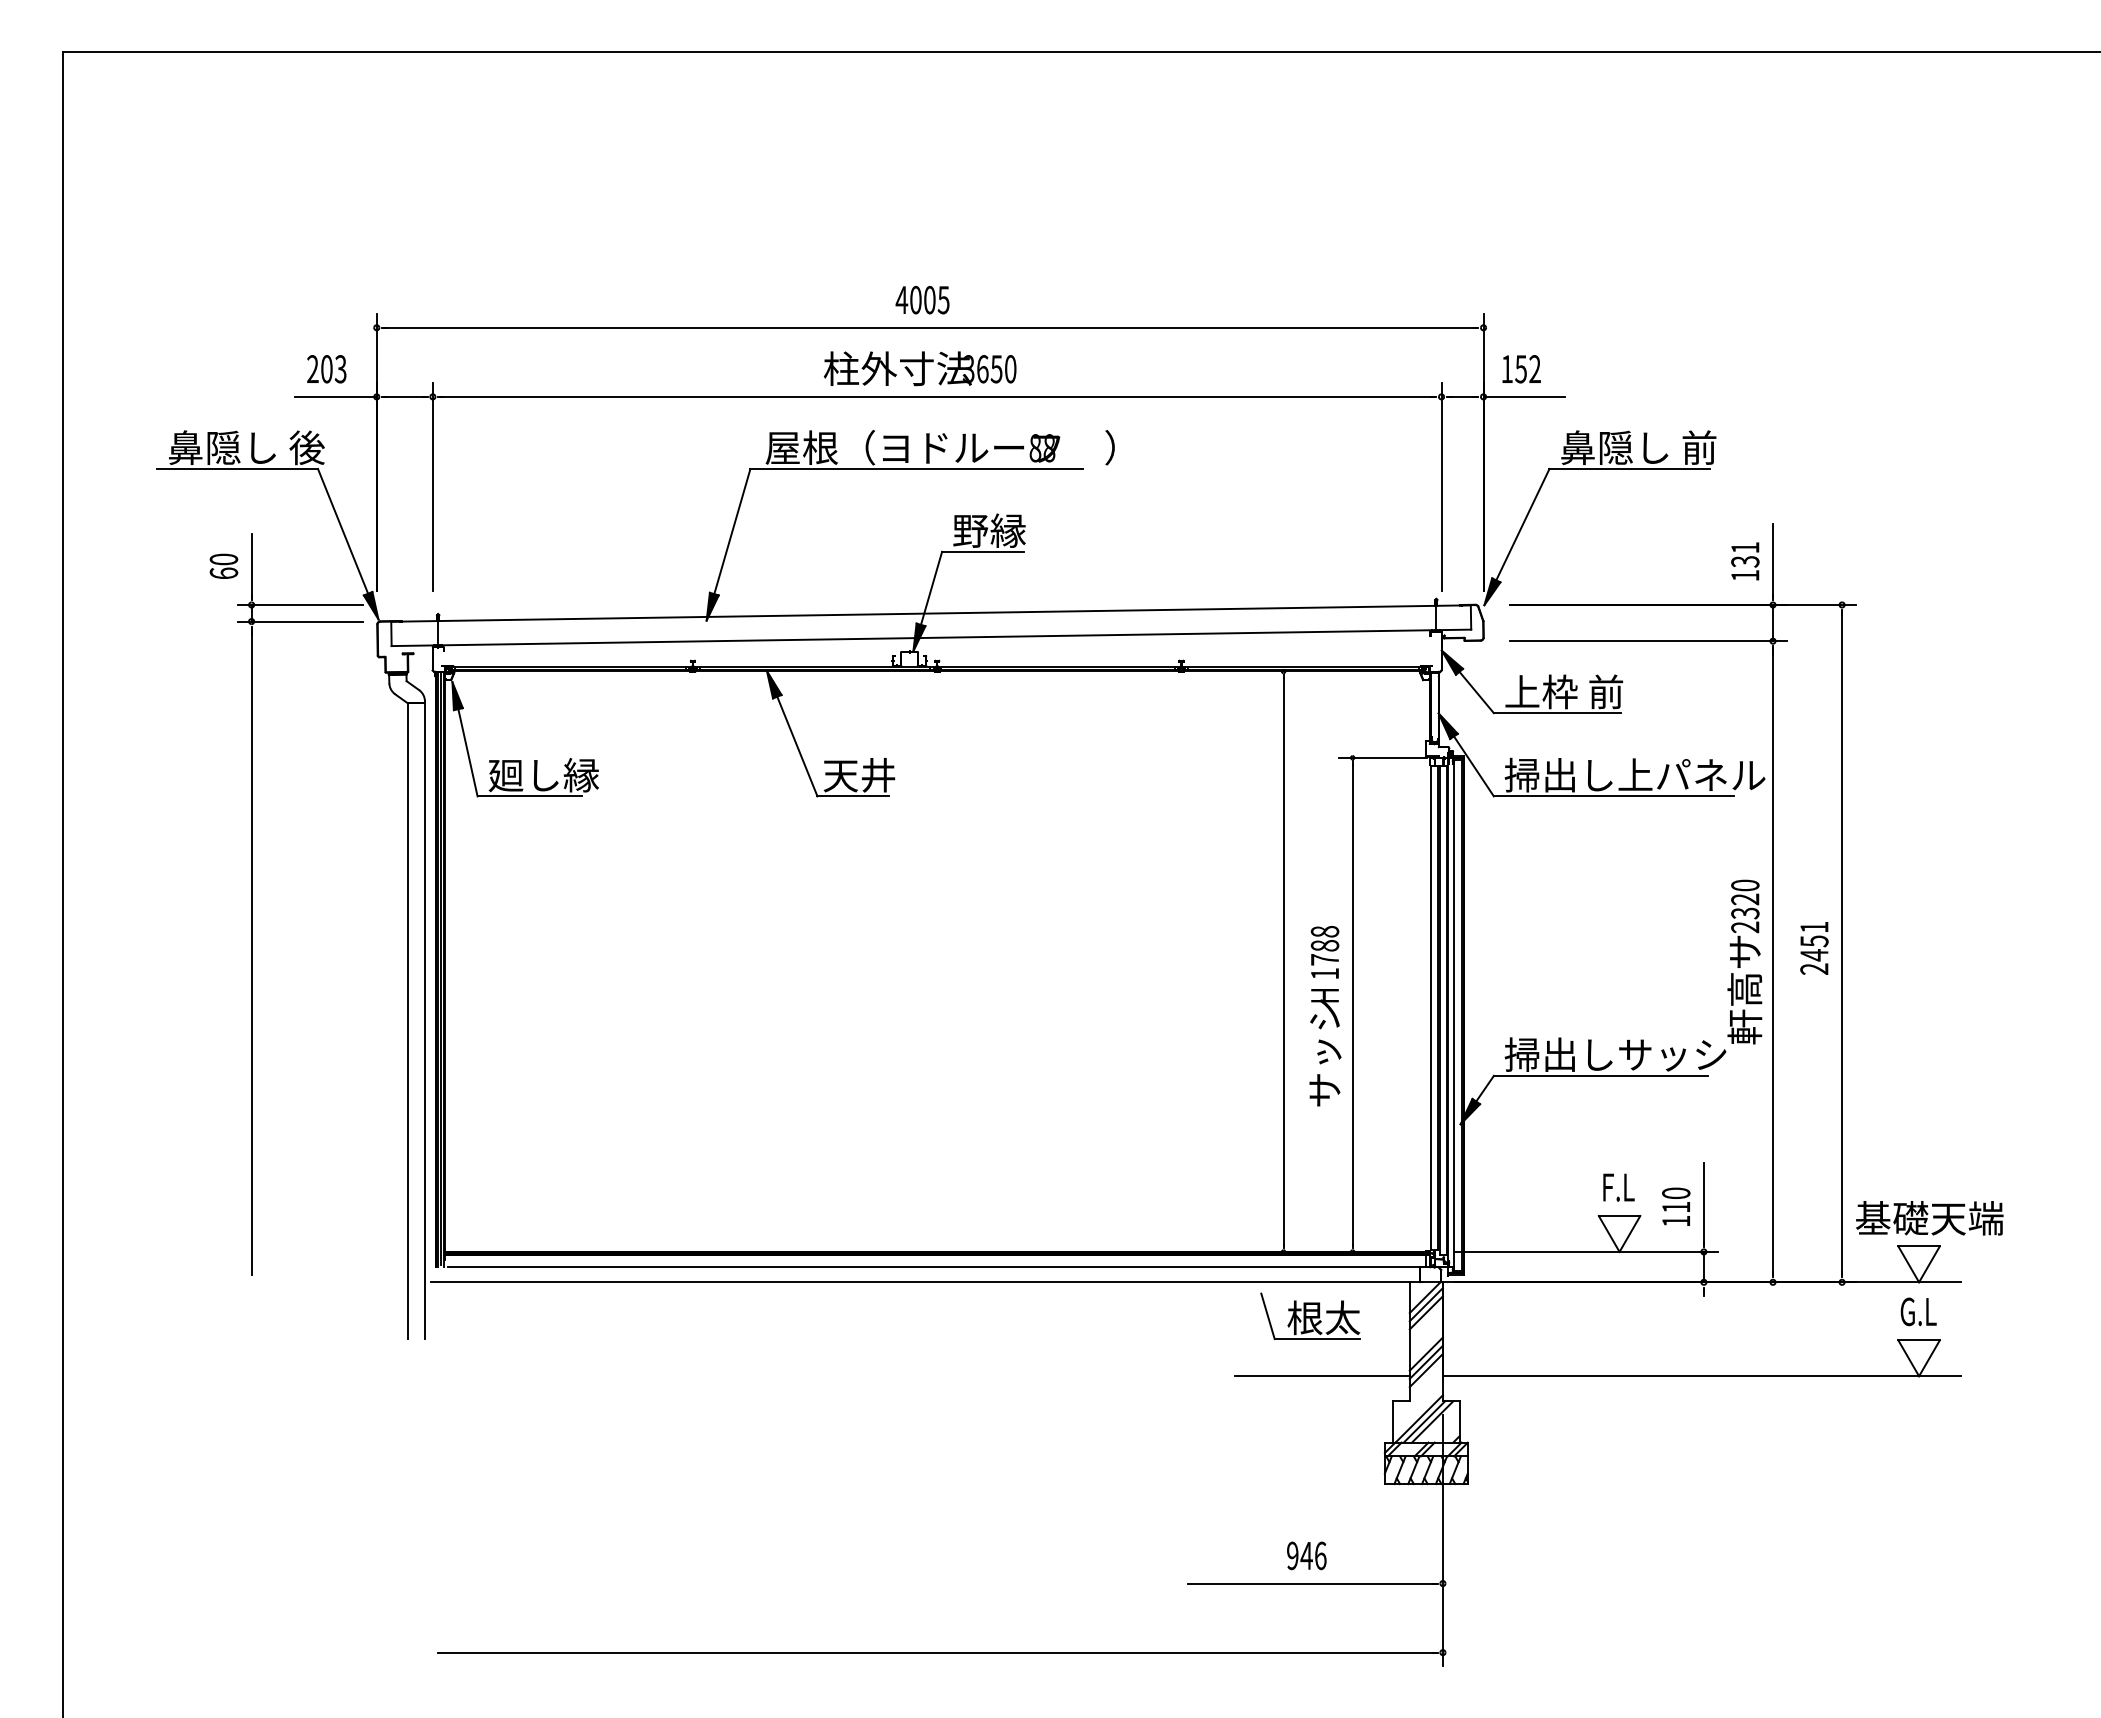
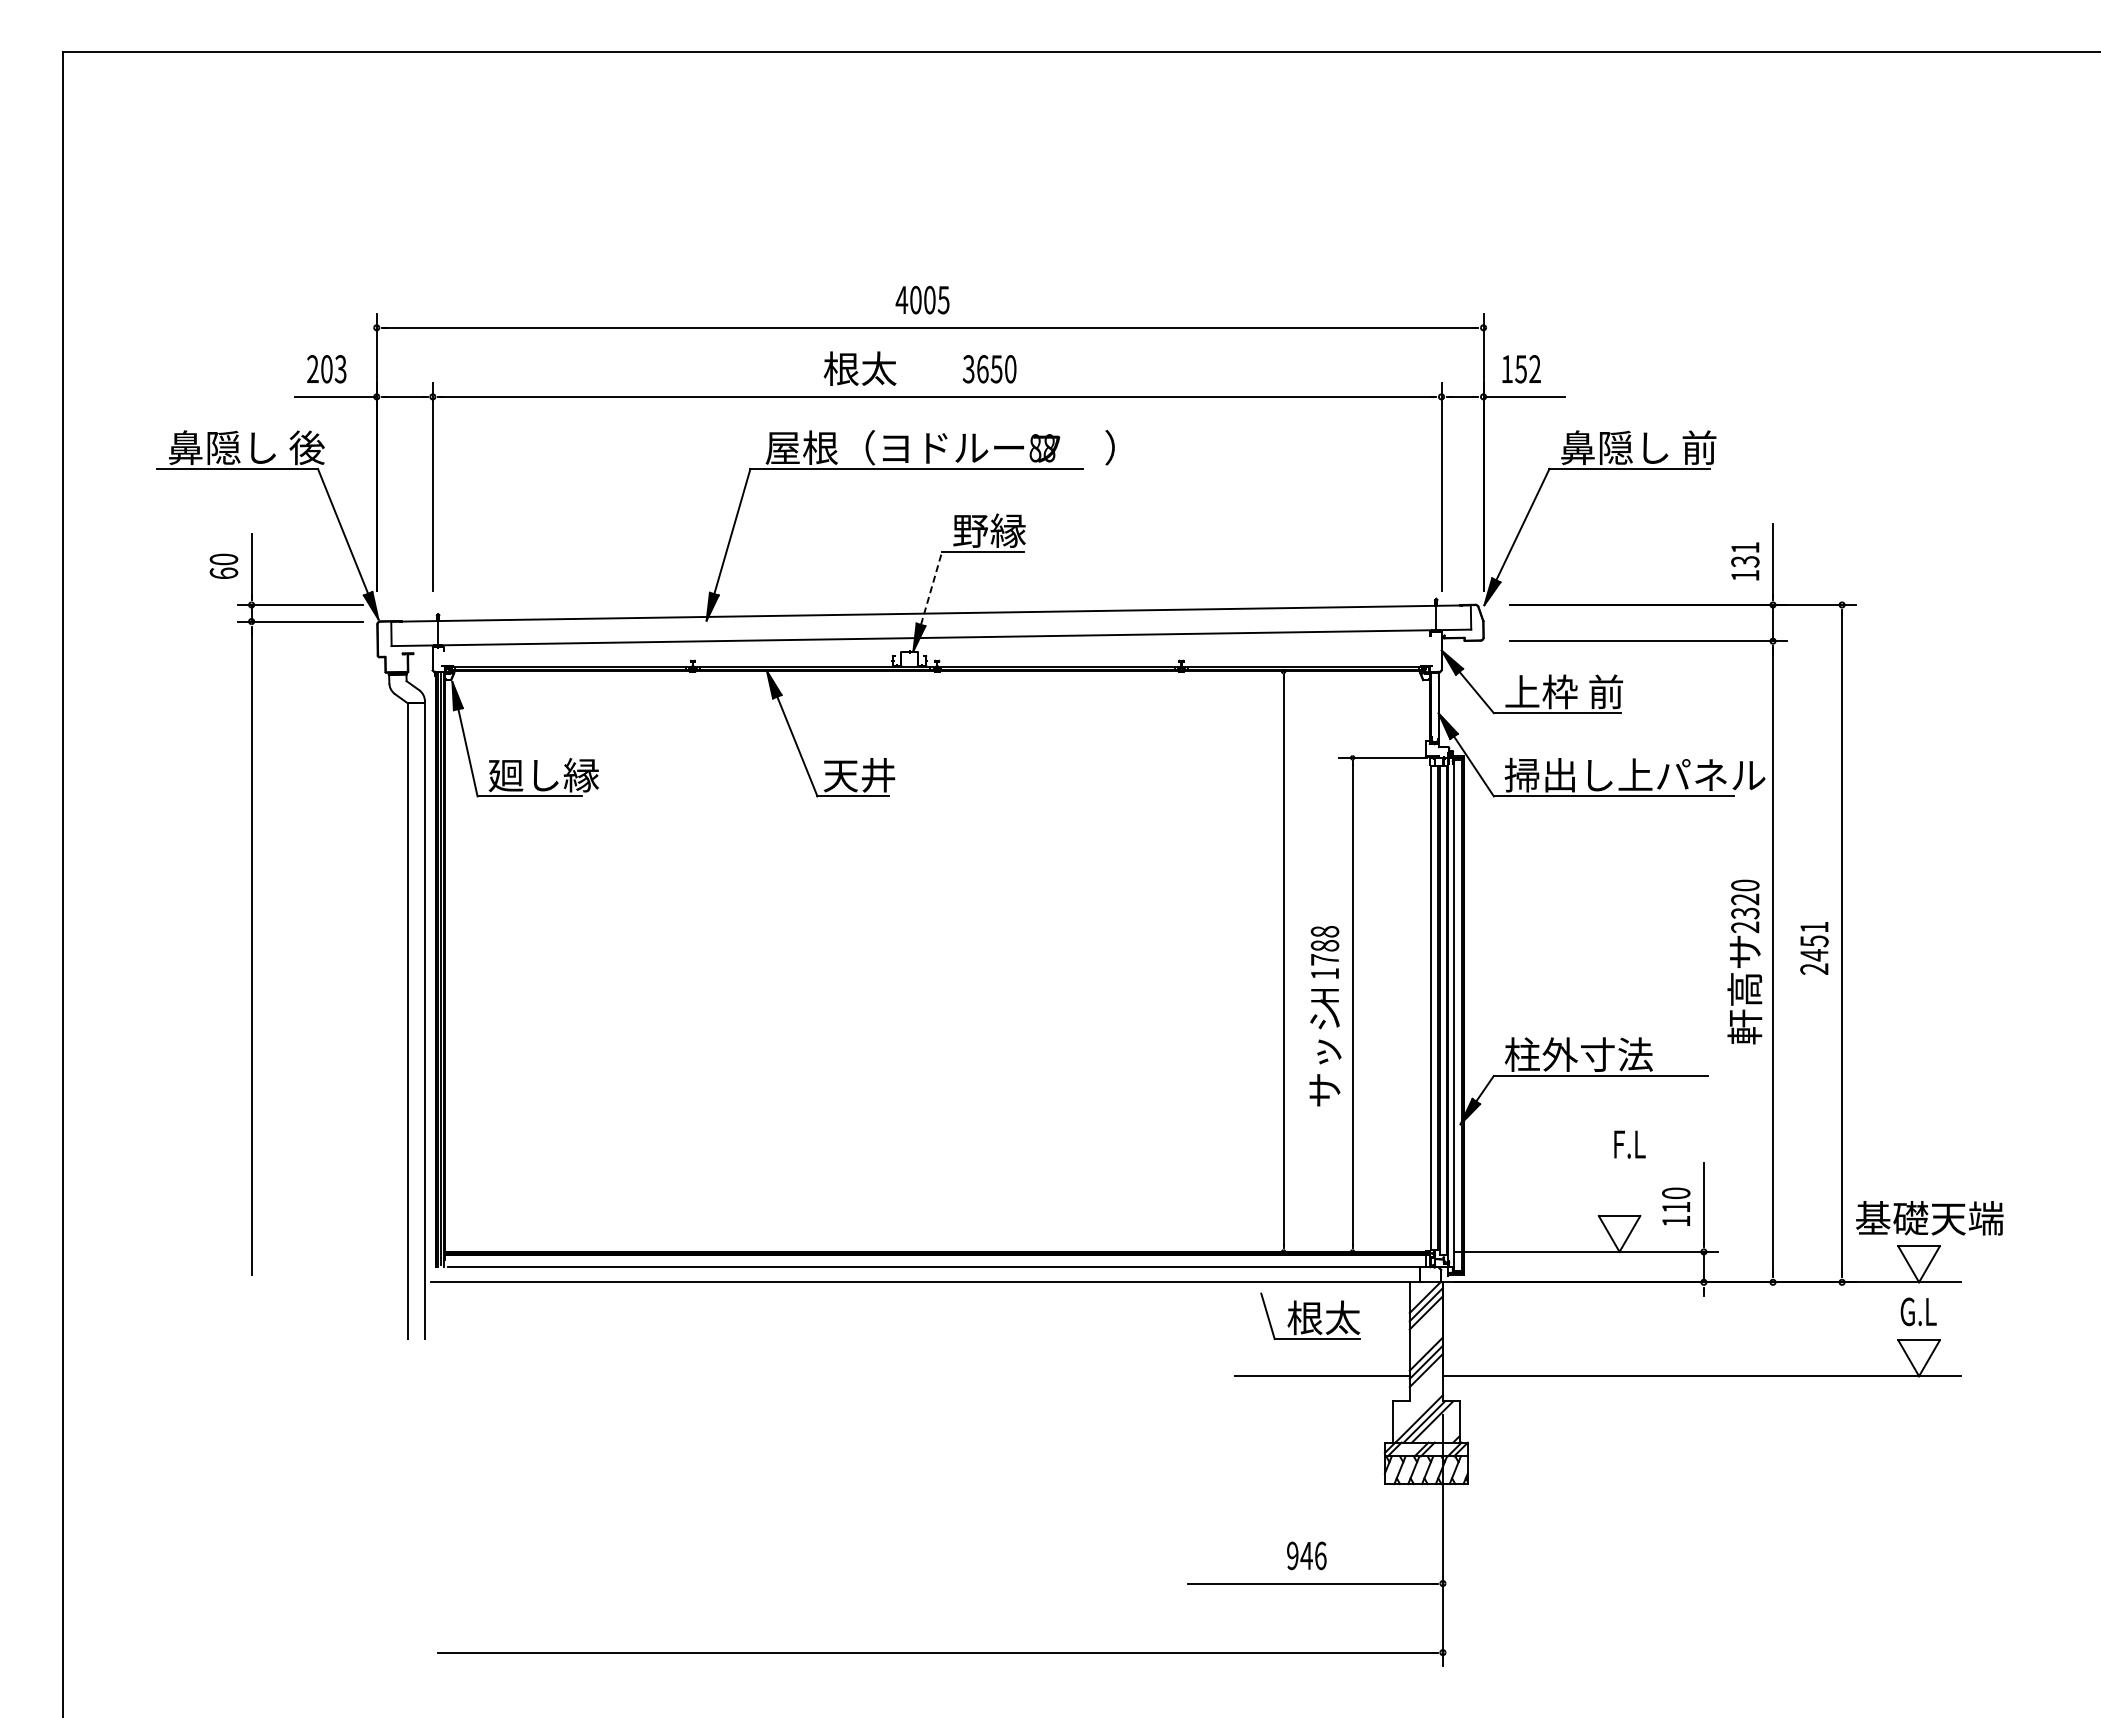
text at (897, 368): 柱外寸法 -> 根太
line at (931, 588): solid -> dashed
text at (1615, 1054): 掃出しサッシ -> 柱外寸法
text at (1618, 1187) position: (1618, 1187) -> (1629, 1144)
